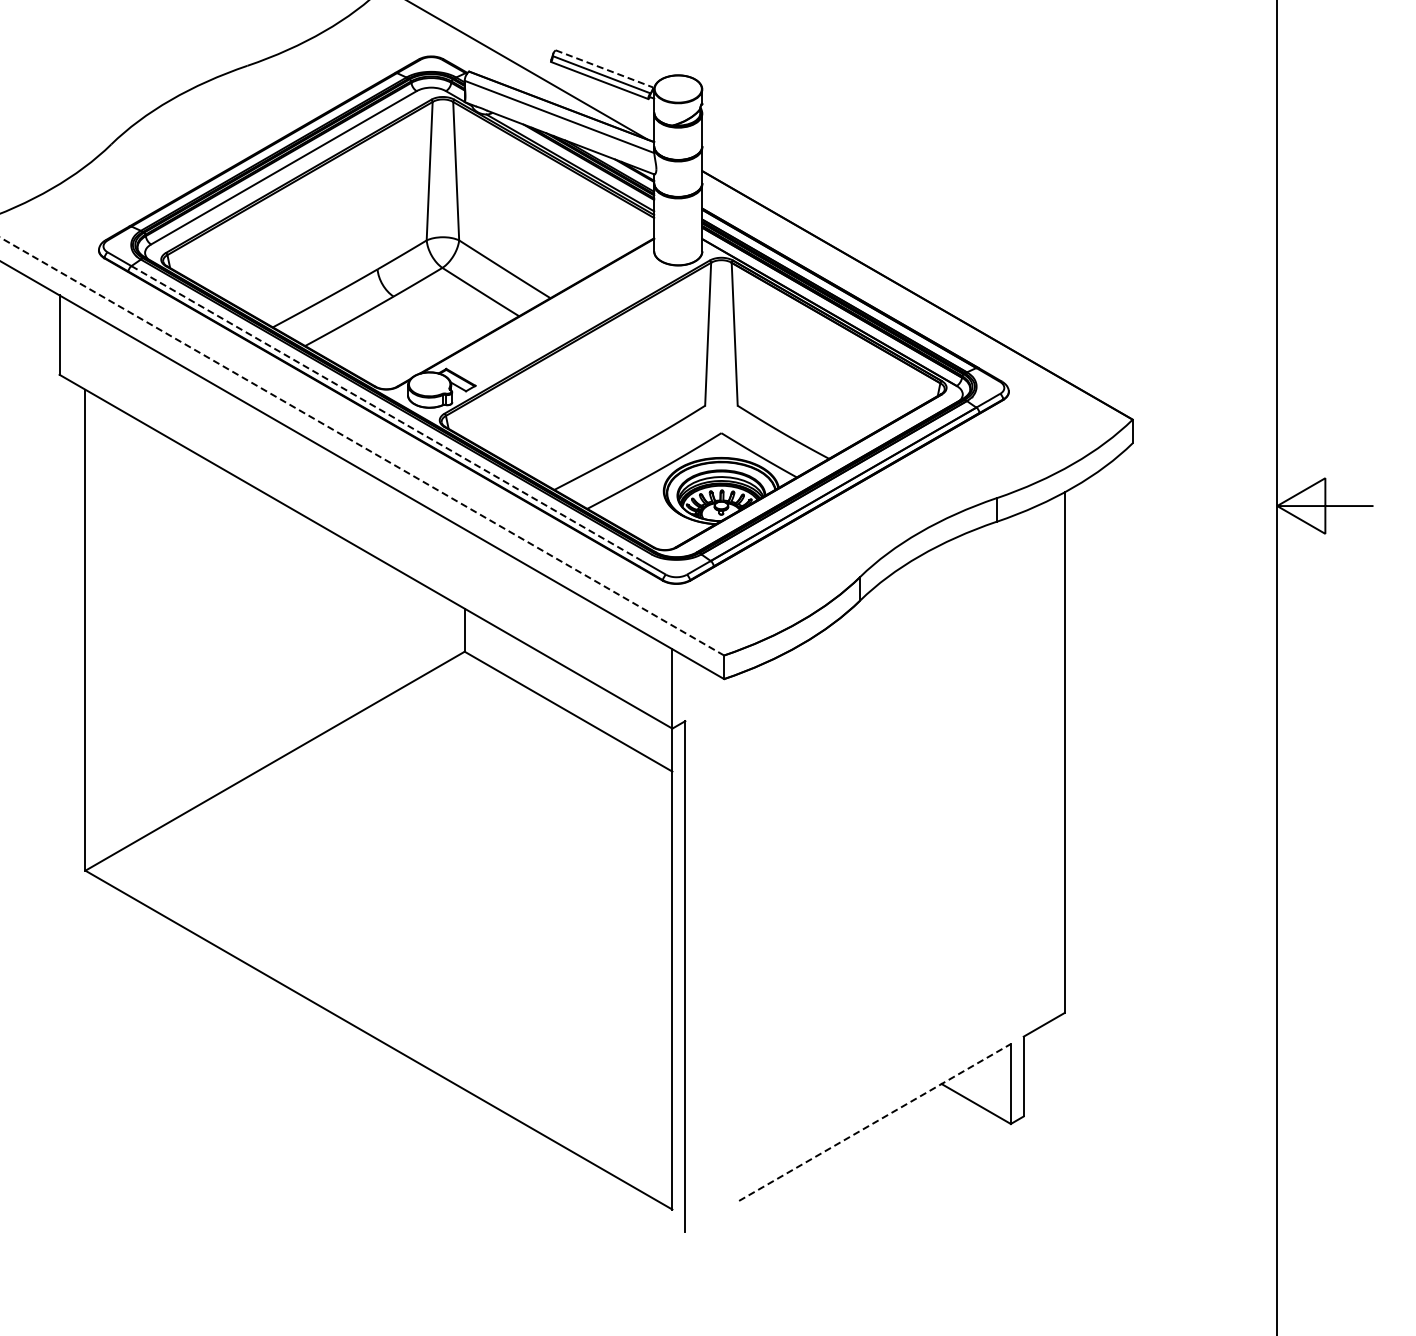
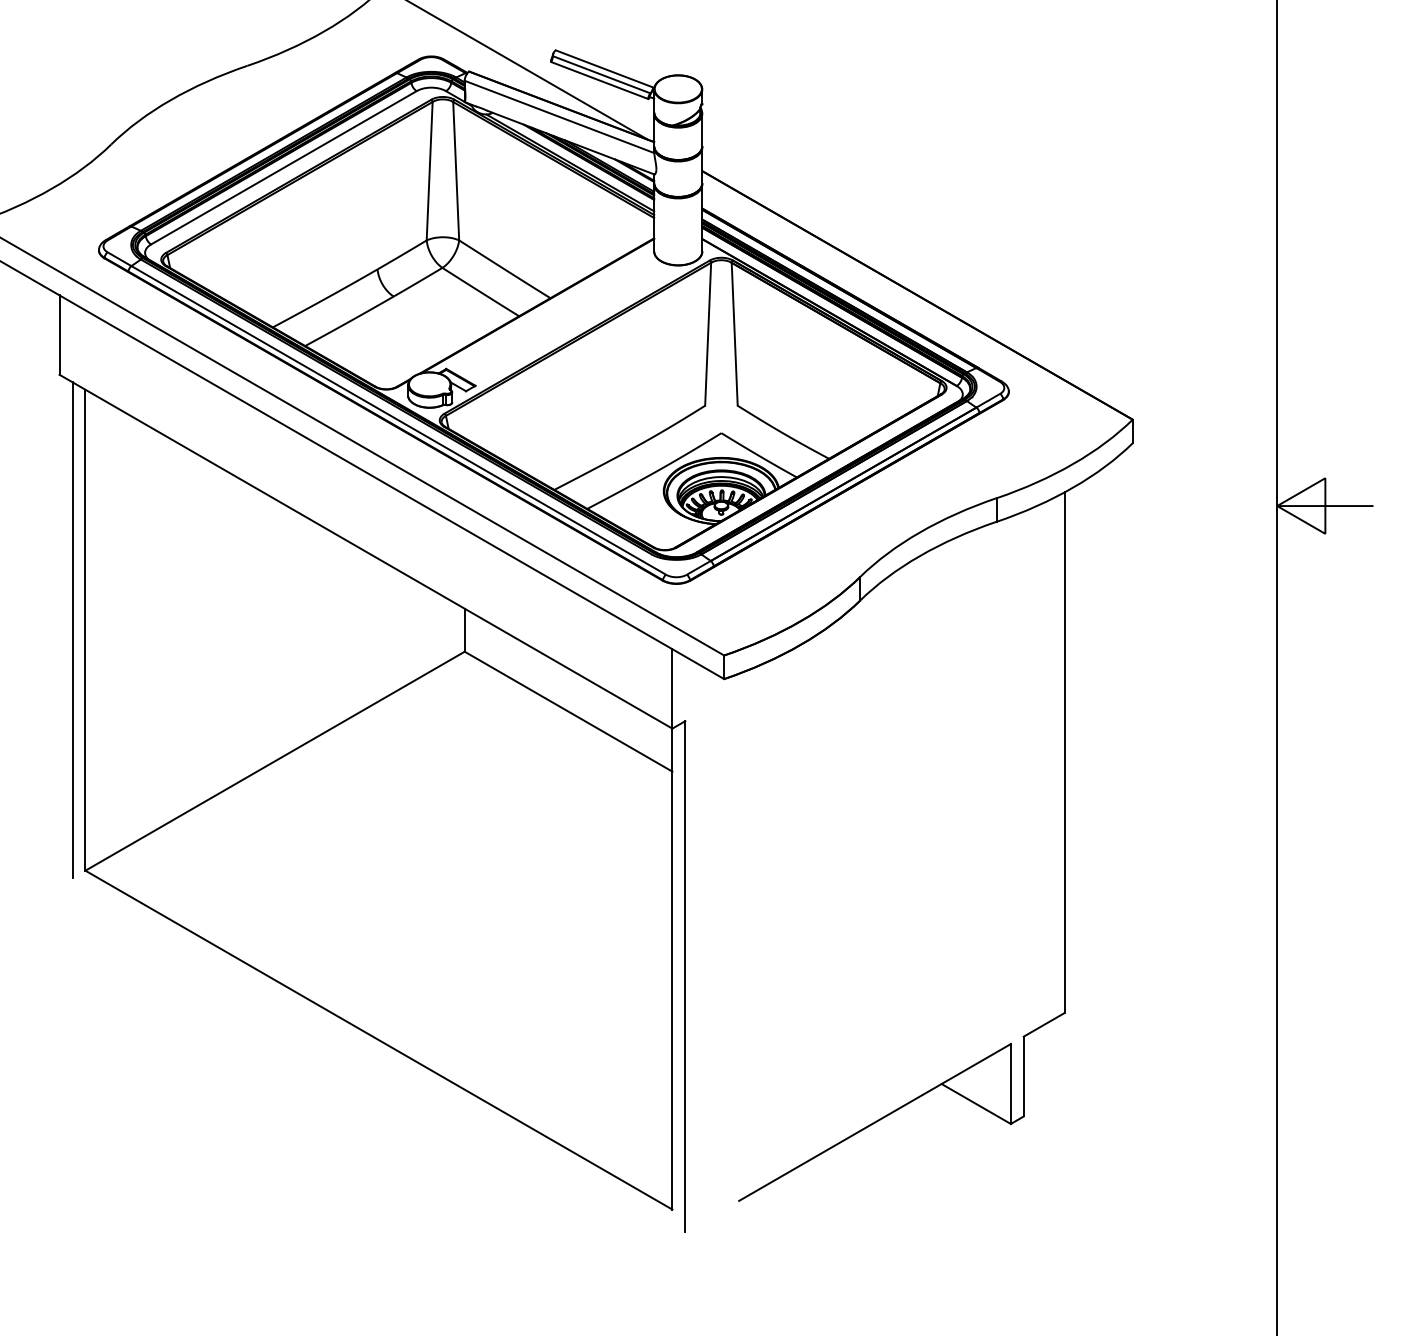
line at (604, 69): dashed -> solid
line at (386, 413): dashed -> solid
line at (362, 446): dashed -> solid
line at (72, 630): none -> present
line at (874, 1122): dashed -> solid
